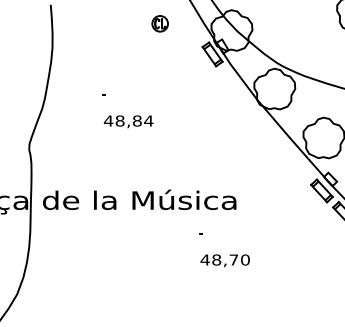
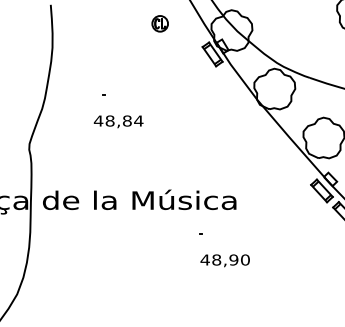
text at (128, 121) position: (128, 121) -> (118, 121)
text at (233, 259): 48,70 -> 48,90
